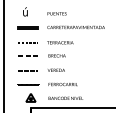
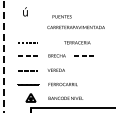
text at (56, 13) position: (56, 13) -> (61, 16)
line at (27, 27): present -> none
text at (60, 42) position: (60, 42) -> (77, 42)
line at (83, 55): none -> present
line at (3, 56): solid -> dashed
